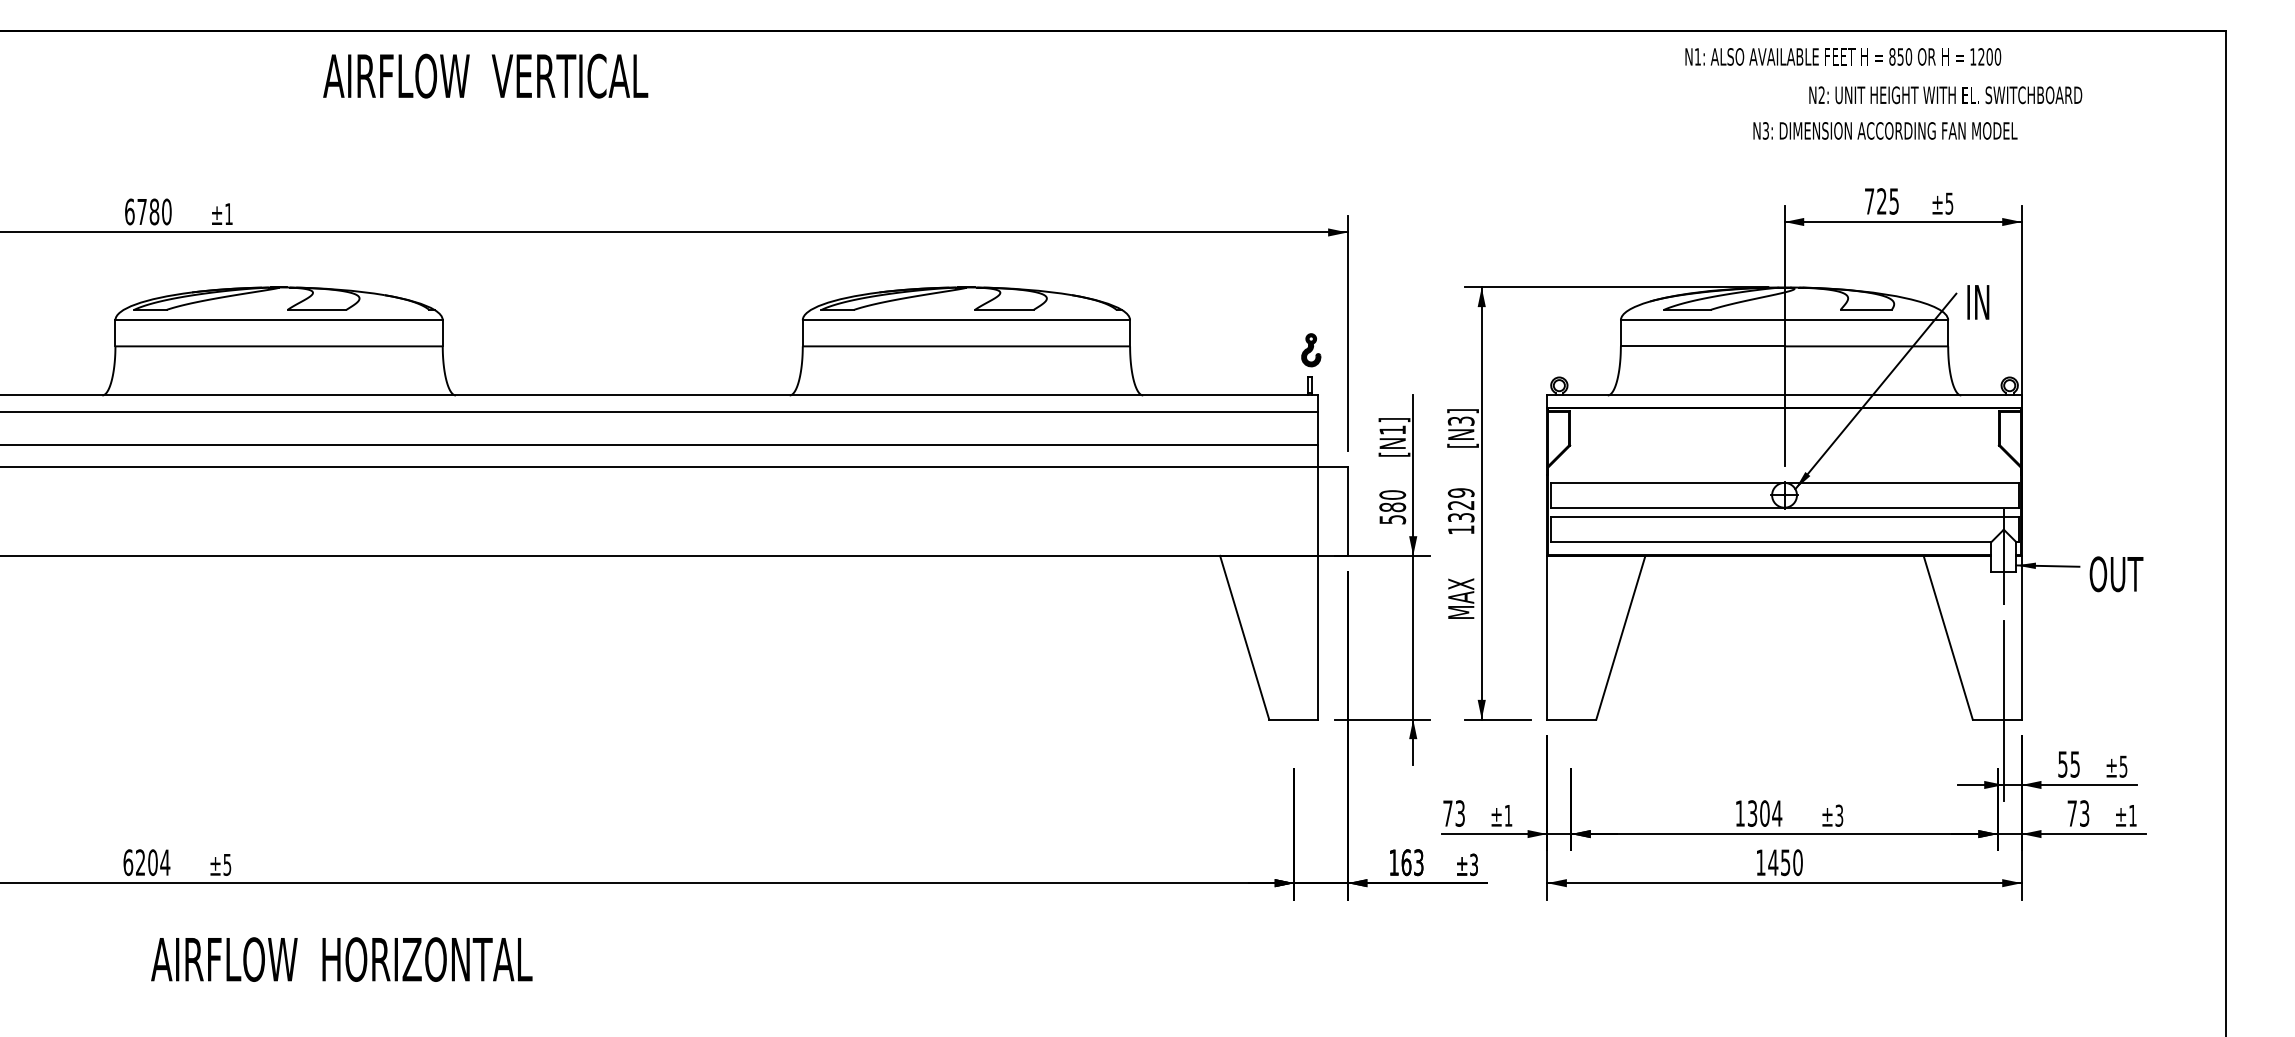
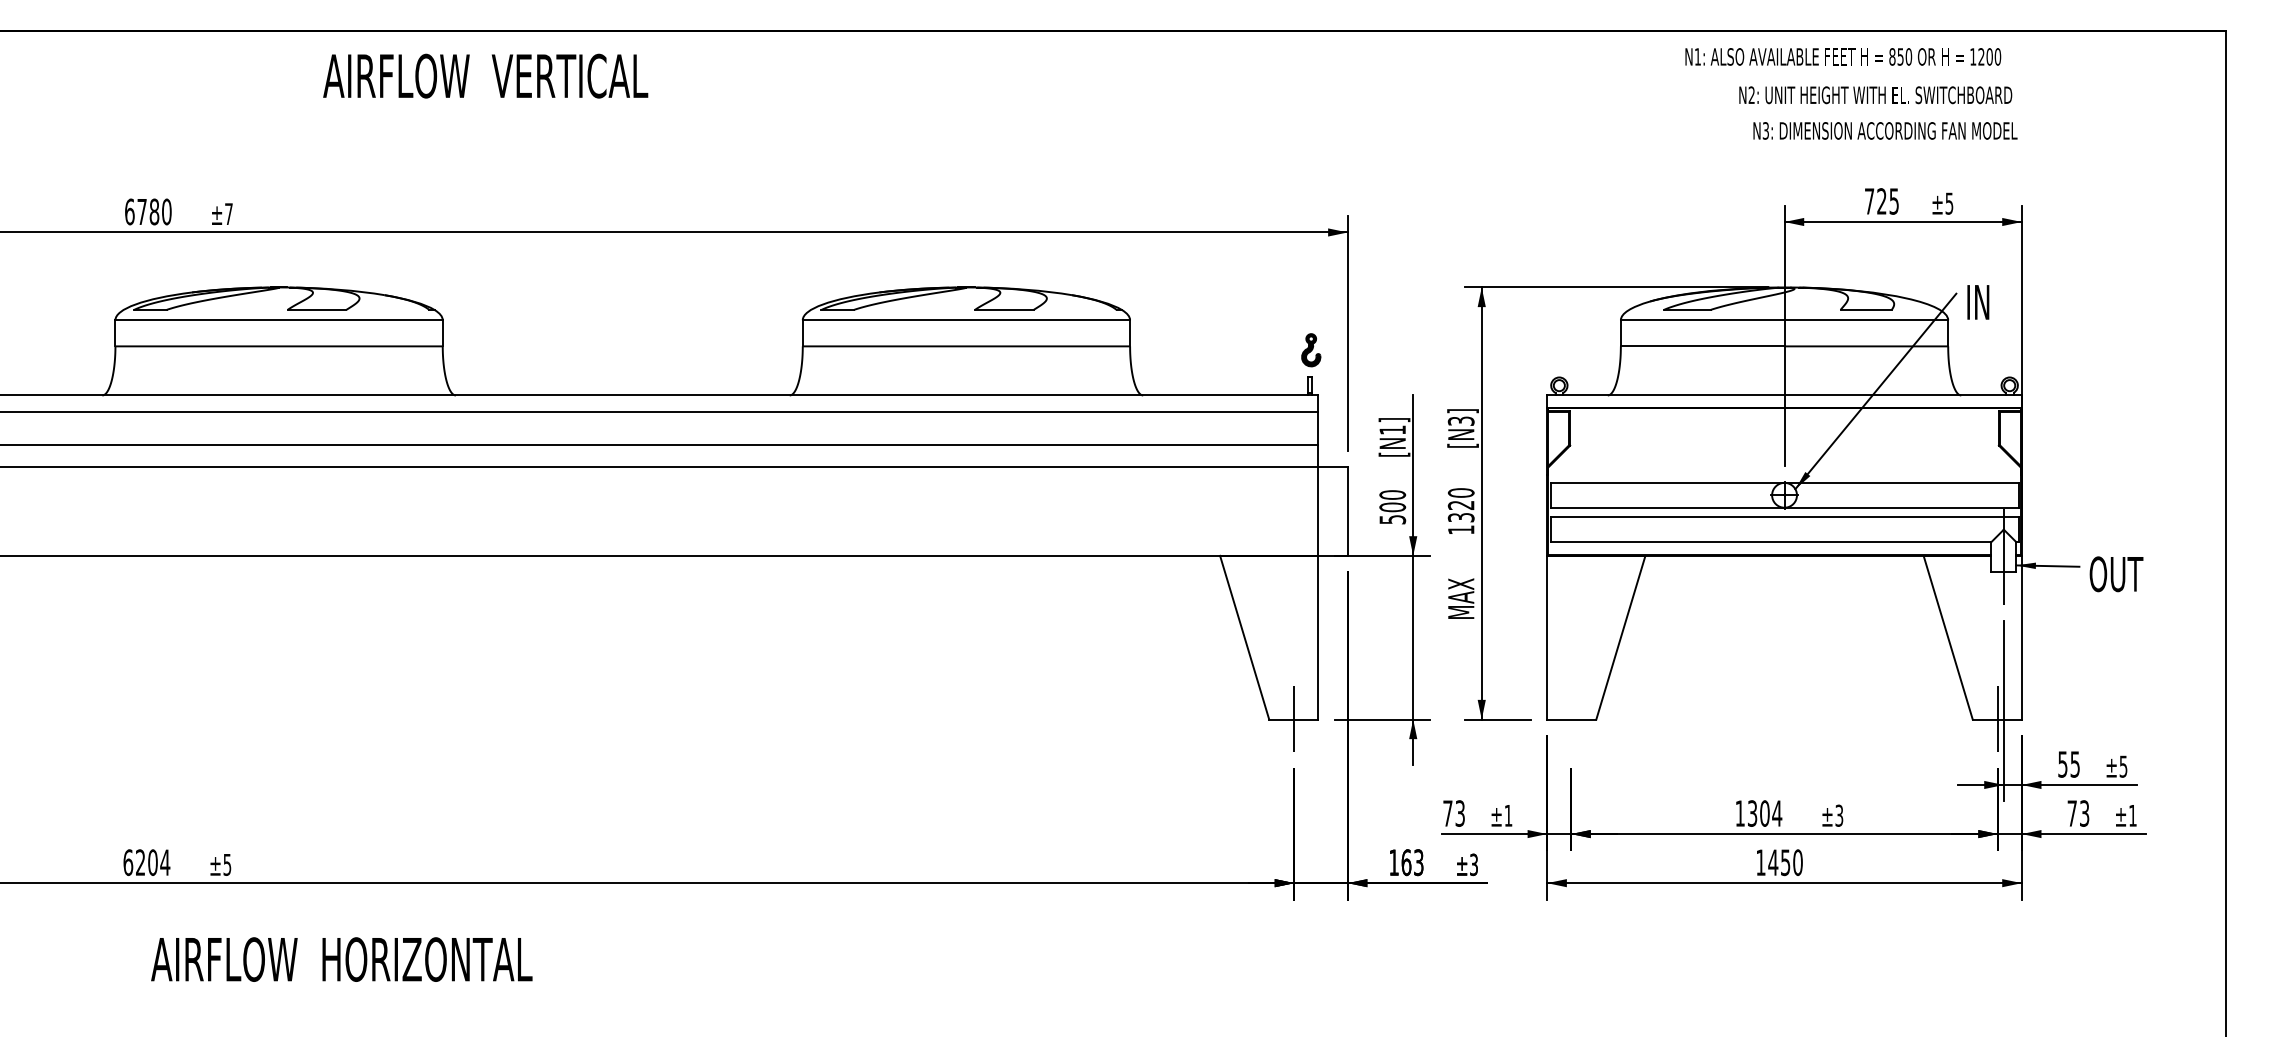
text at (1945, 95) position: (1945, 95) -> (1875, 95)
text at (228, 213): ±1 -> ±7
text at (1461, 492): 1329 -> 1320
text at (1392, 507): 580 -> 500
line at (1294, 719): none -> present
line at (1997, 719): none -> present
